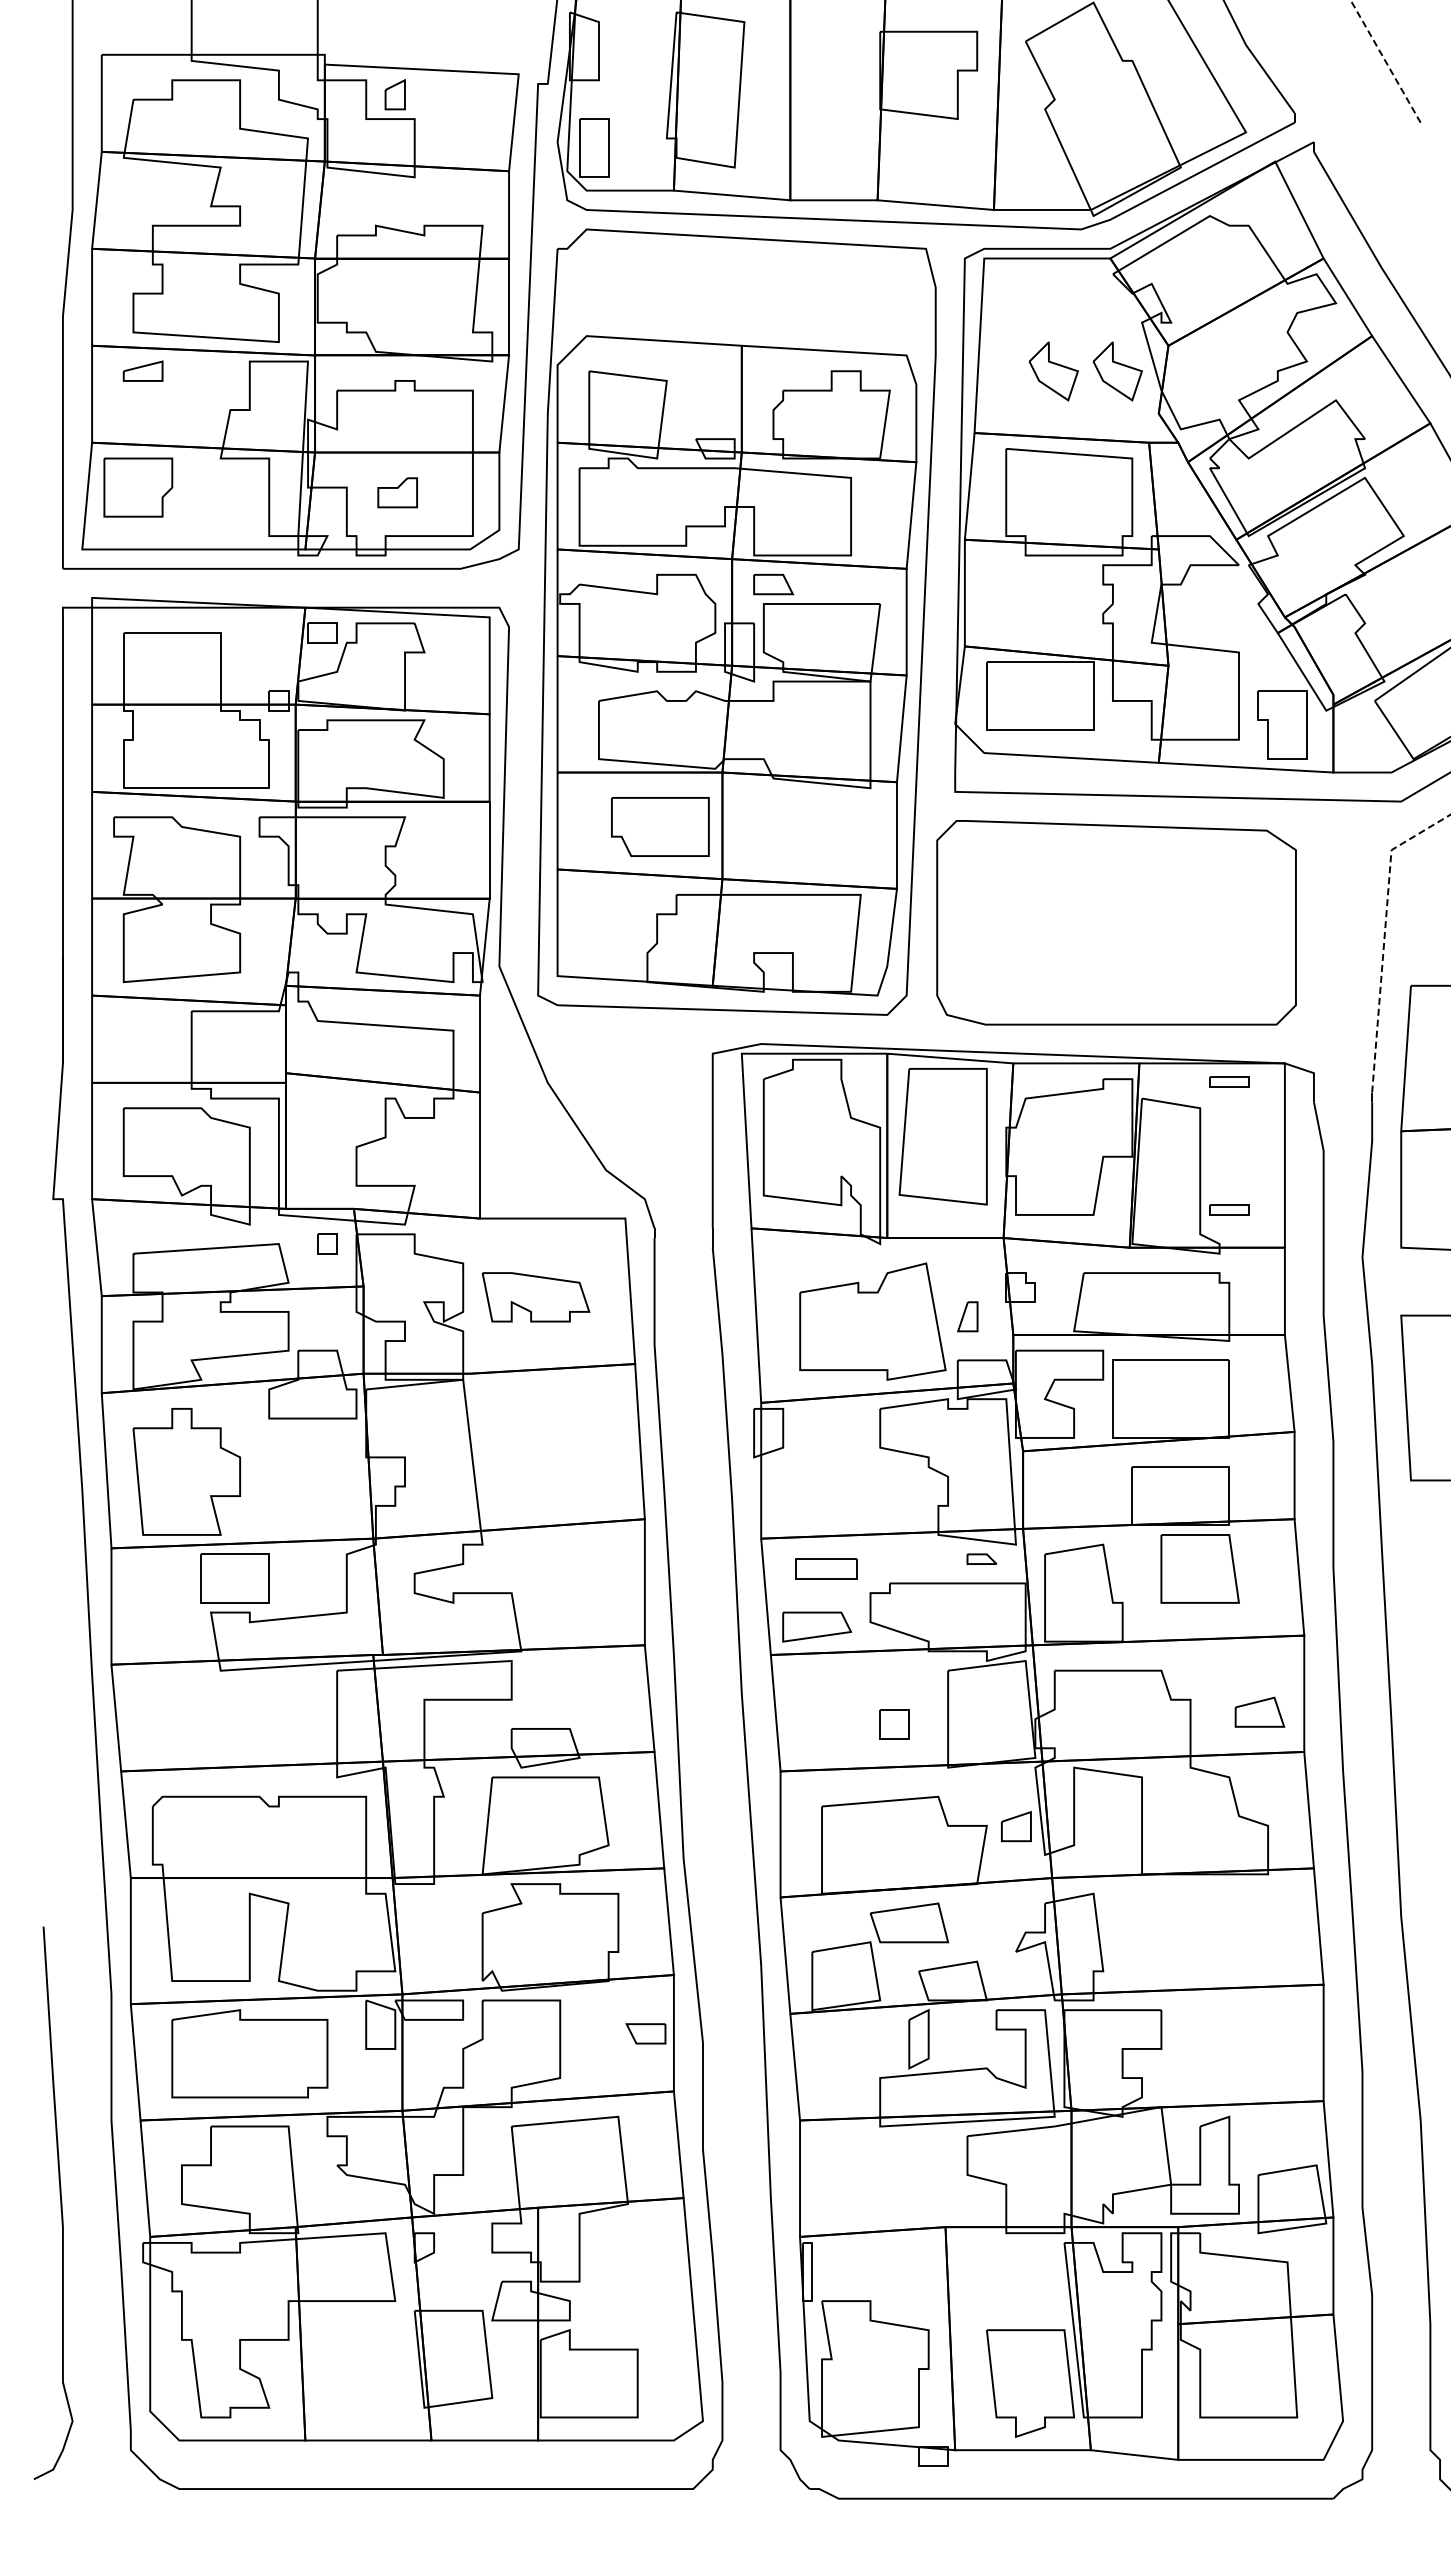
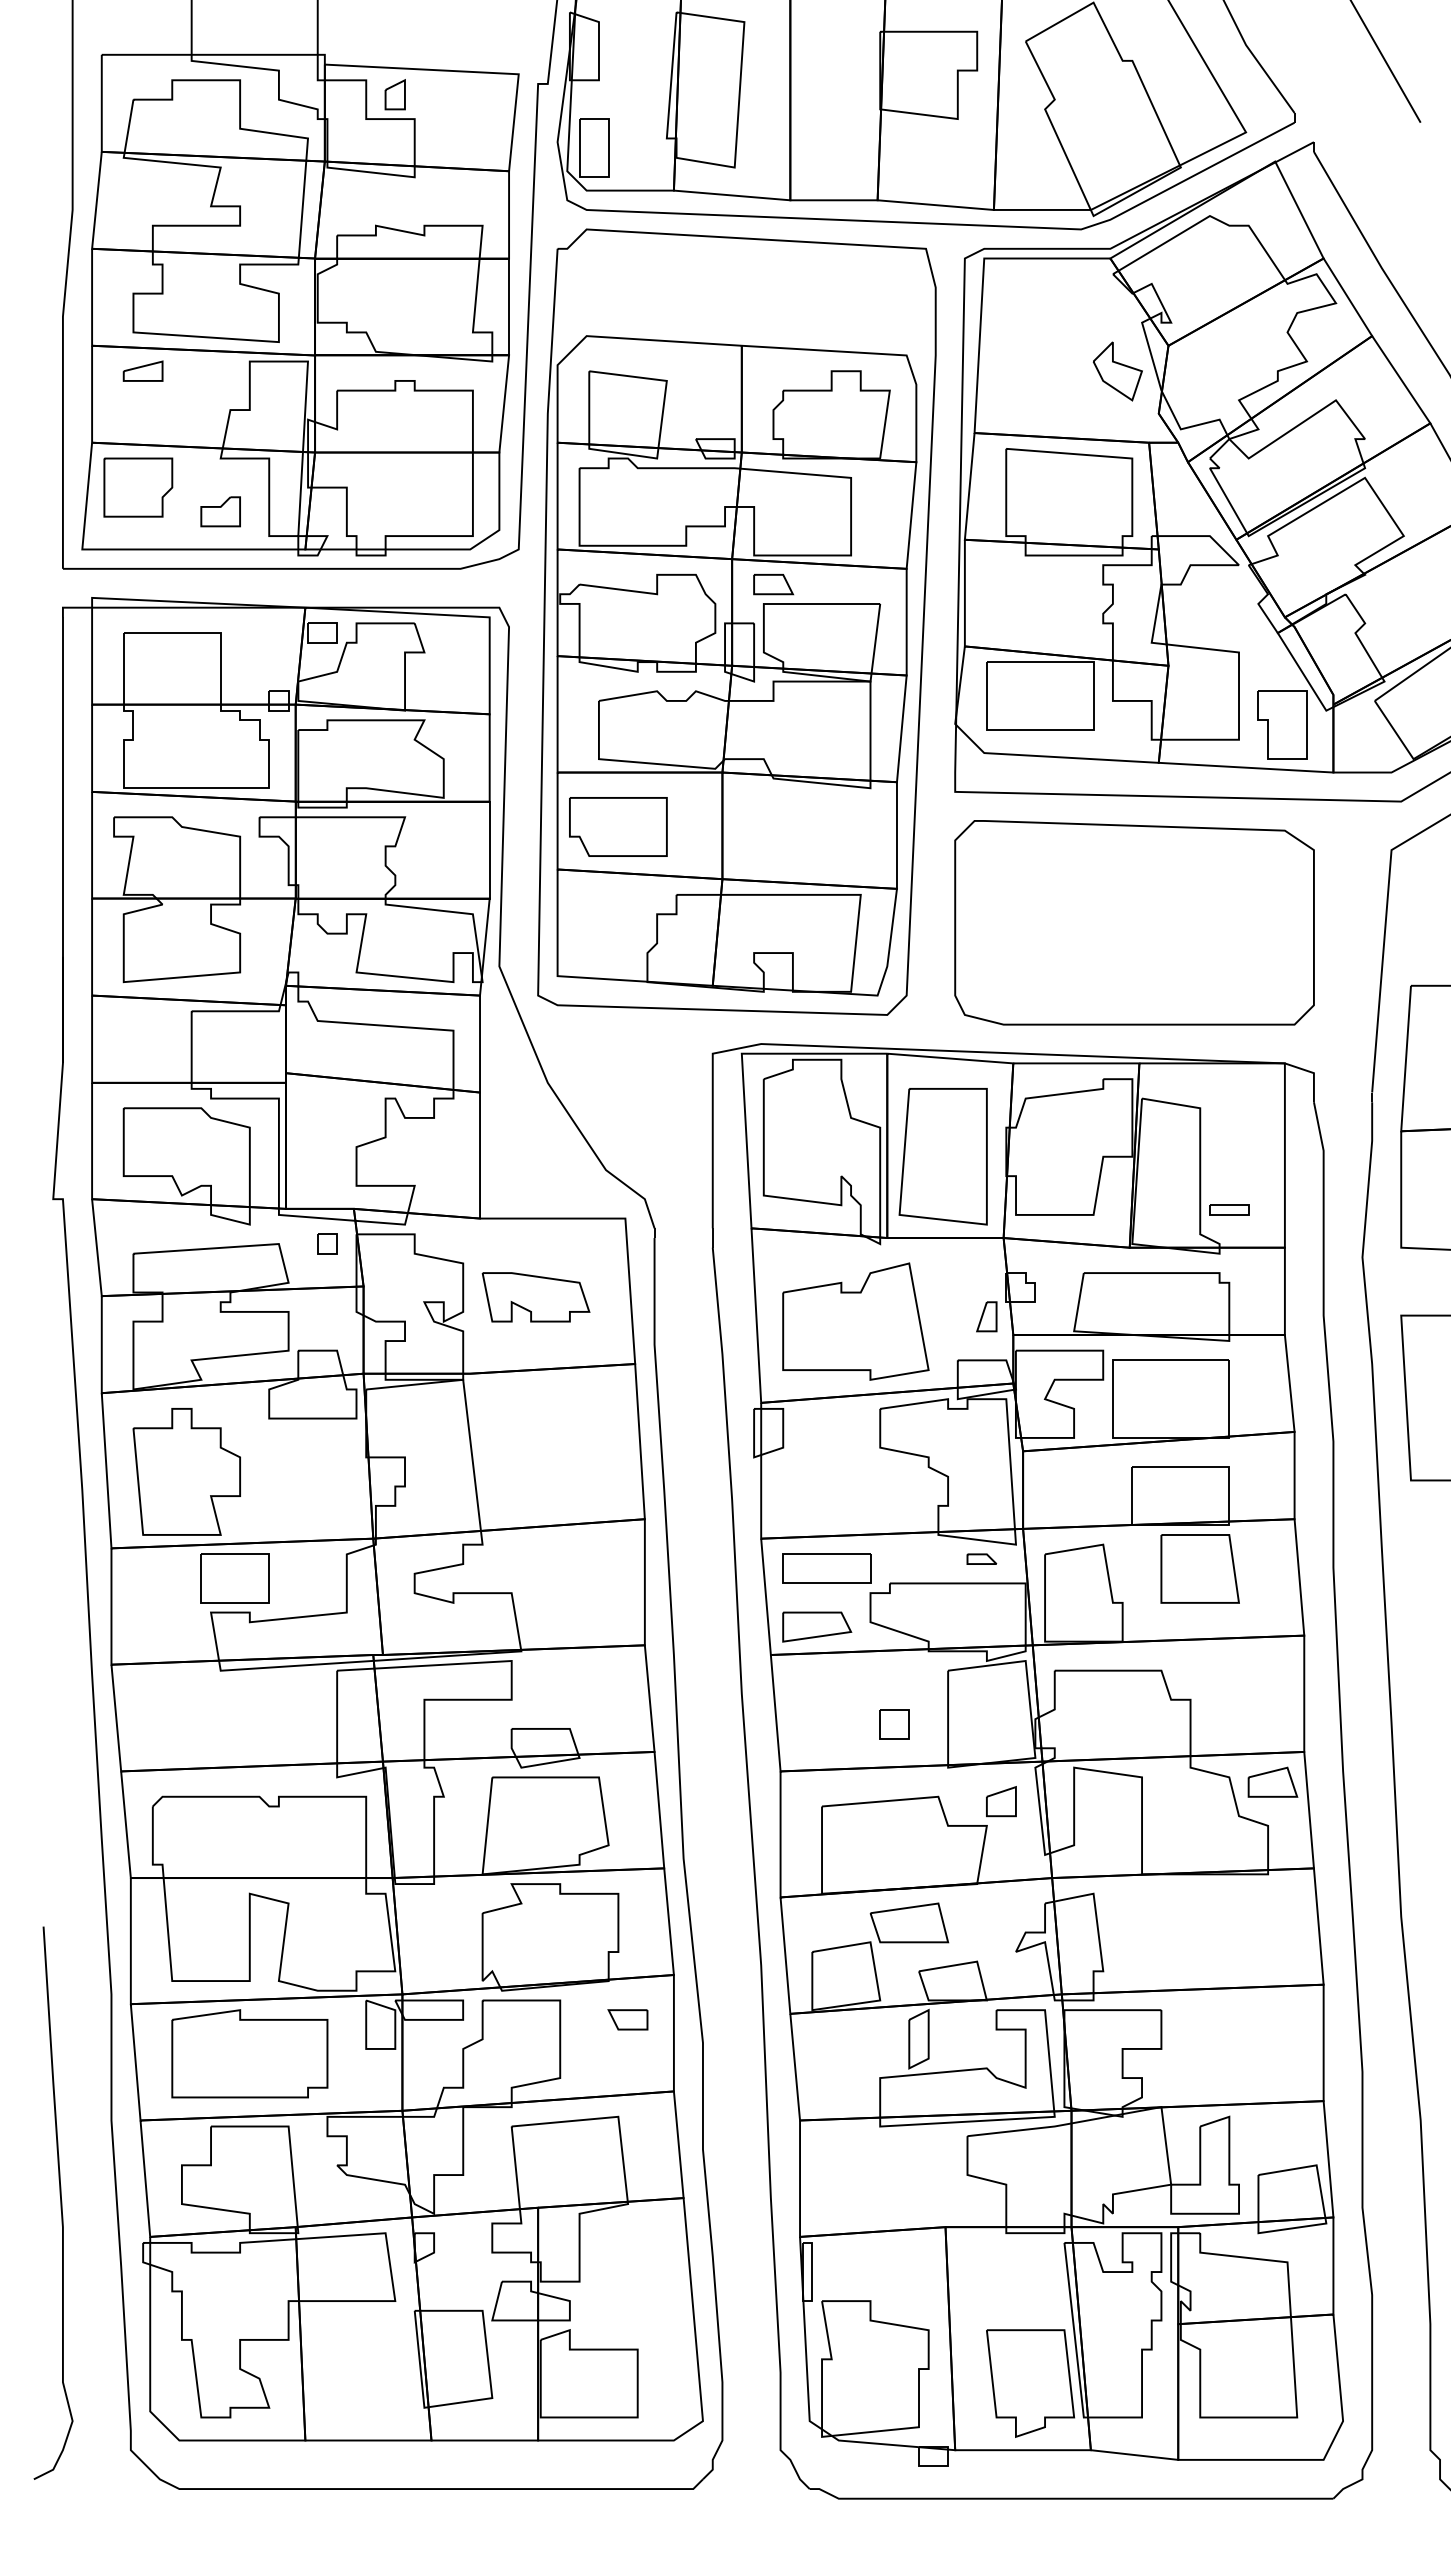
line at (1385, 61): dashed -> solid
part at (1053, 371): present -> none
part at (397, 492) position: (397, 492) -> (220, 511)
part at (660, 826) position: (660, 826) -> (618, 826)
part at (1116, 922) position: (1116, 922) -> (1134, 922)
line at (1384, 936): dashed -> solid
part at (1229, 1081): present -> none
part at (942, 1136) position: (942, 1136) -> (942, 1156)
part at (967, 1316) position: (967, 1316) -> (986, 1316)
part at (872, 1321) position: (872, 1321) -> (855, 1321)
part at (826, 1568) size: 63x22 px -> 90x31 px
part at (1259, 1711) position: (1259, 1711) -> (1272, 1781)
part at (1016, 1826) position: (1016, 1826) -> (1001, 1801)
part at (645, 2033) position: (645, 2033) -> (627, 2019)
